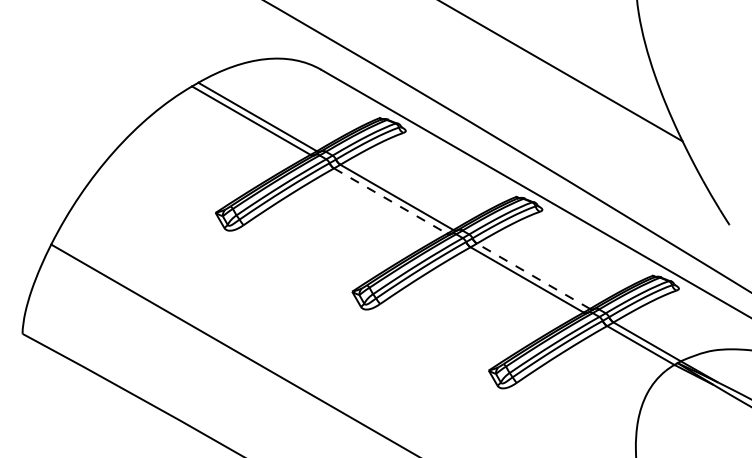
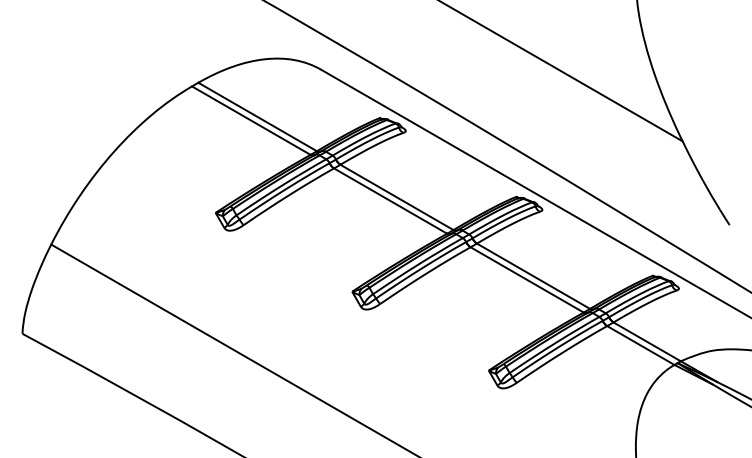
line at (391, 201): dashed -> solid
line at (533, 276): dashed -> solid
